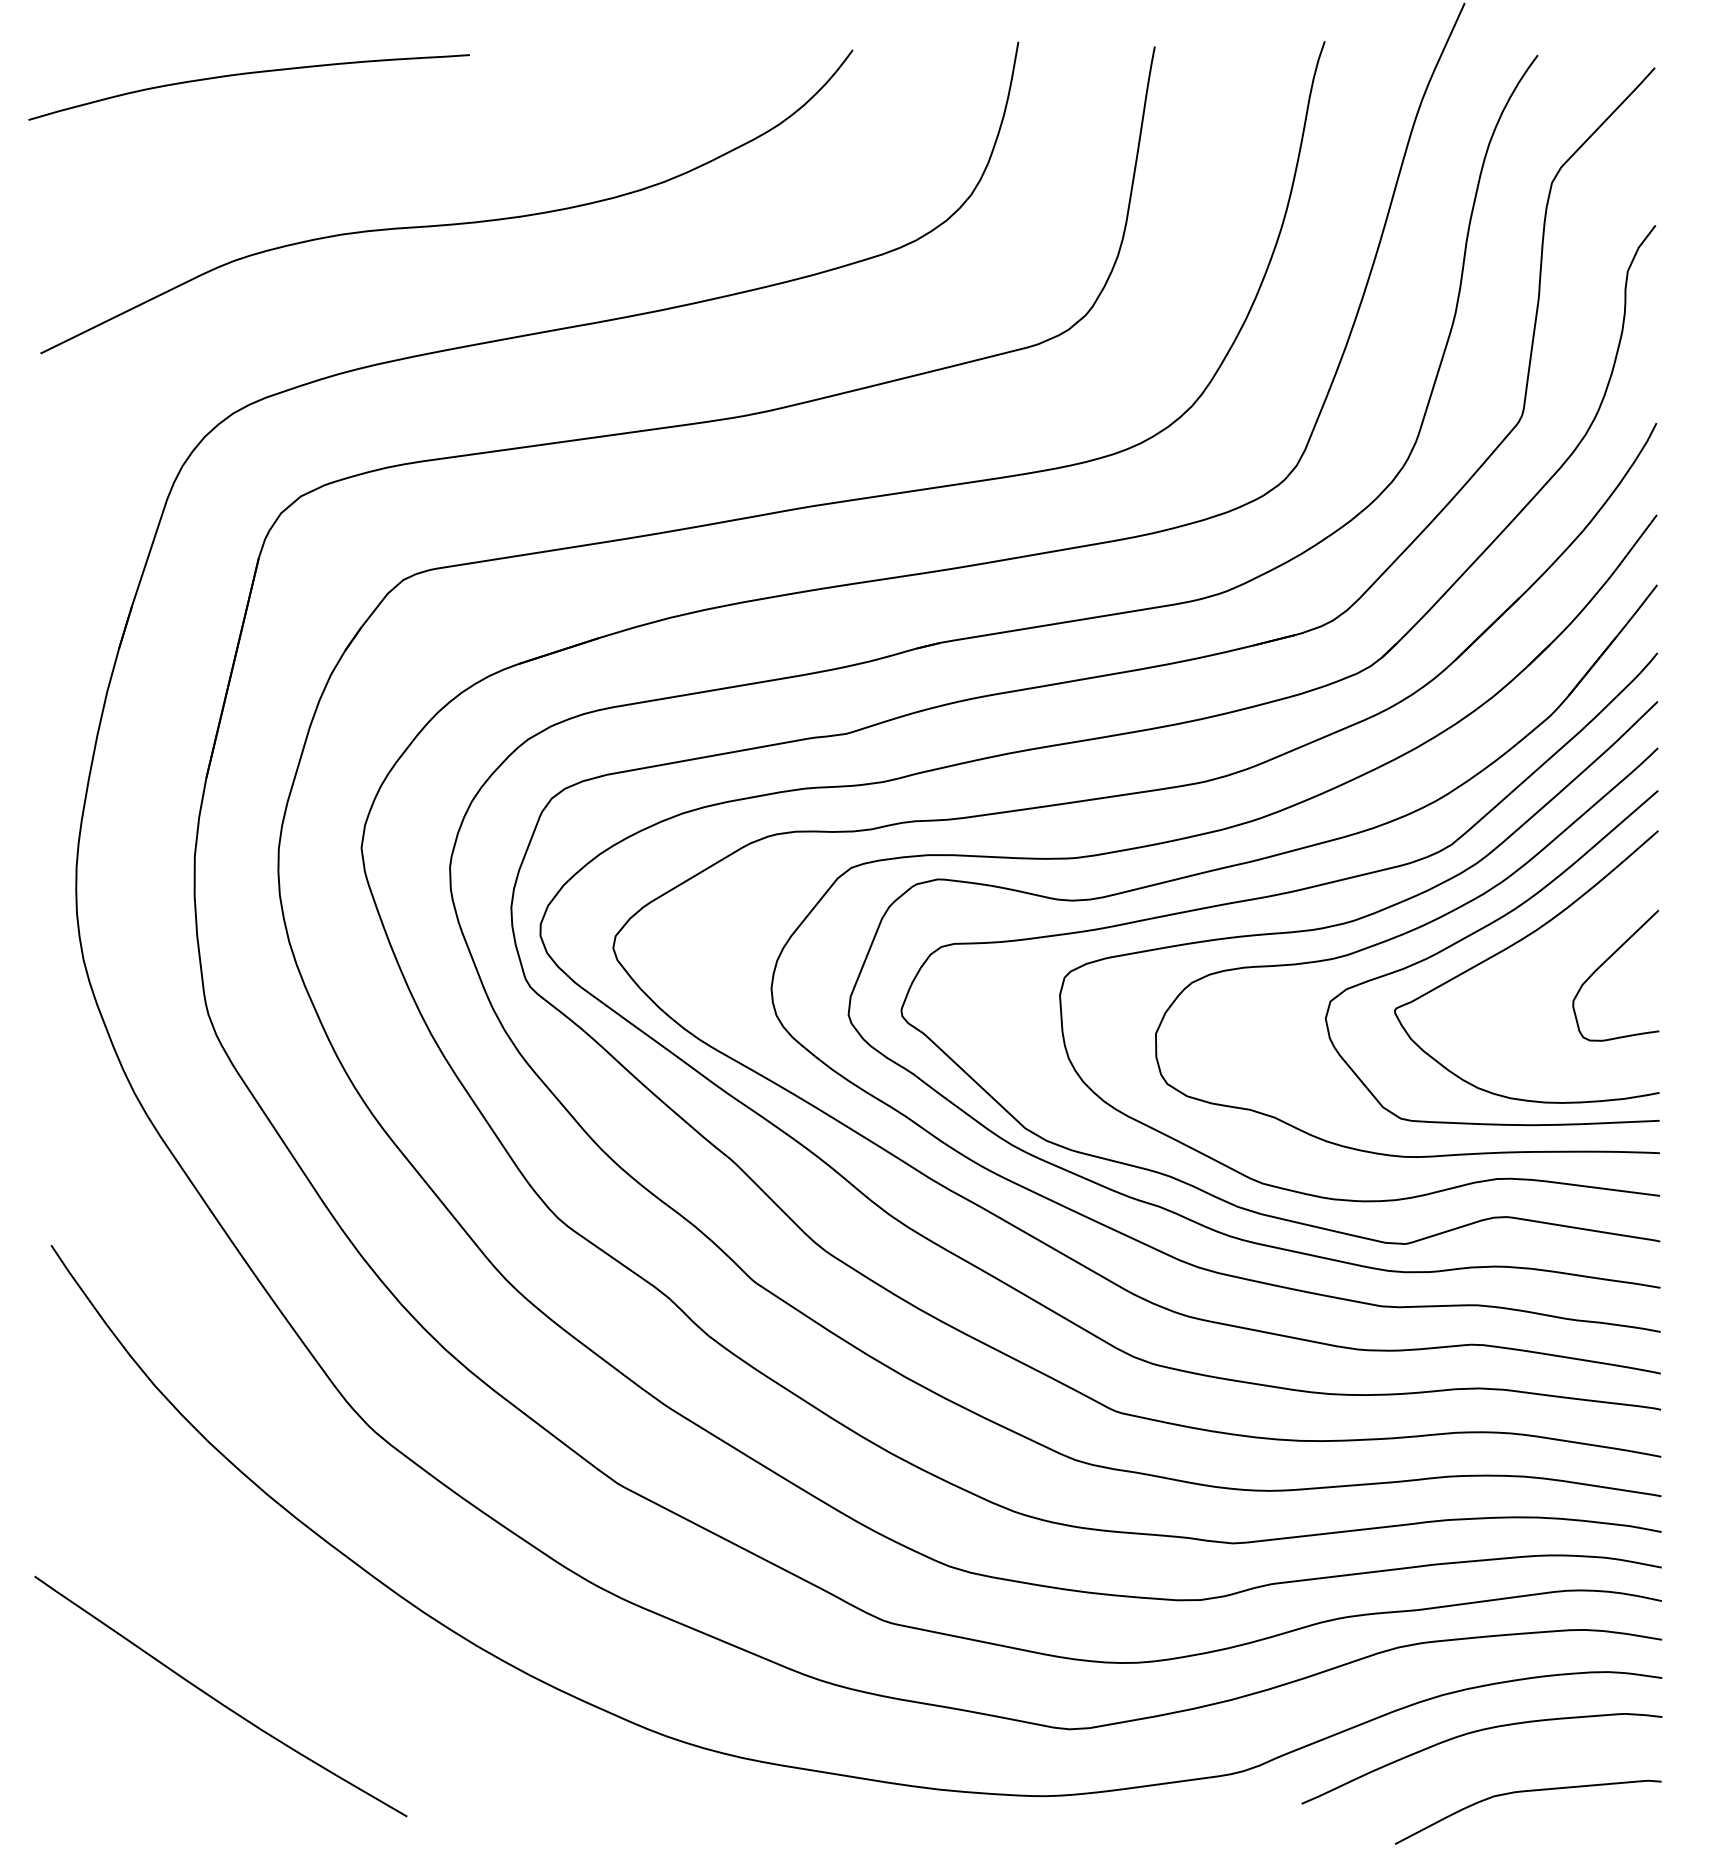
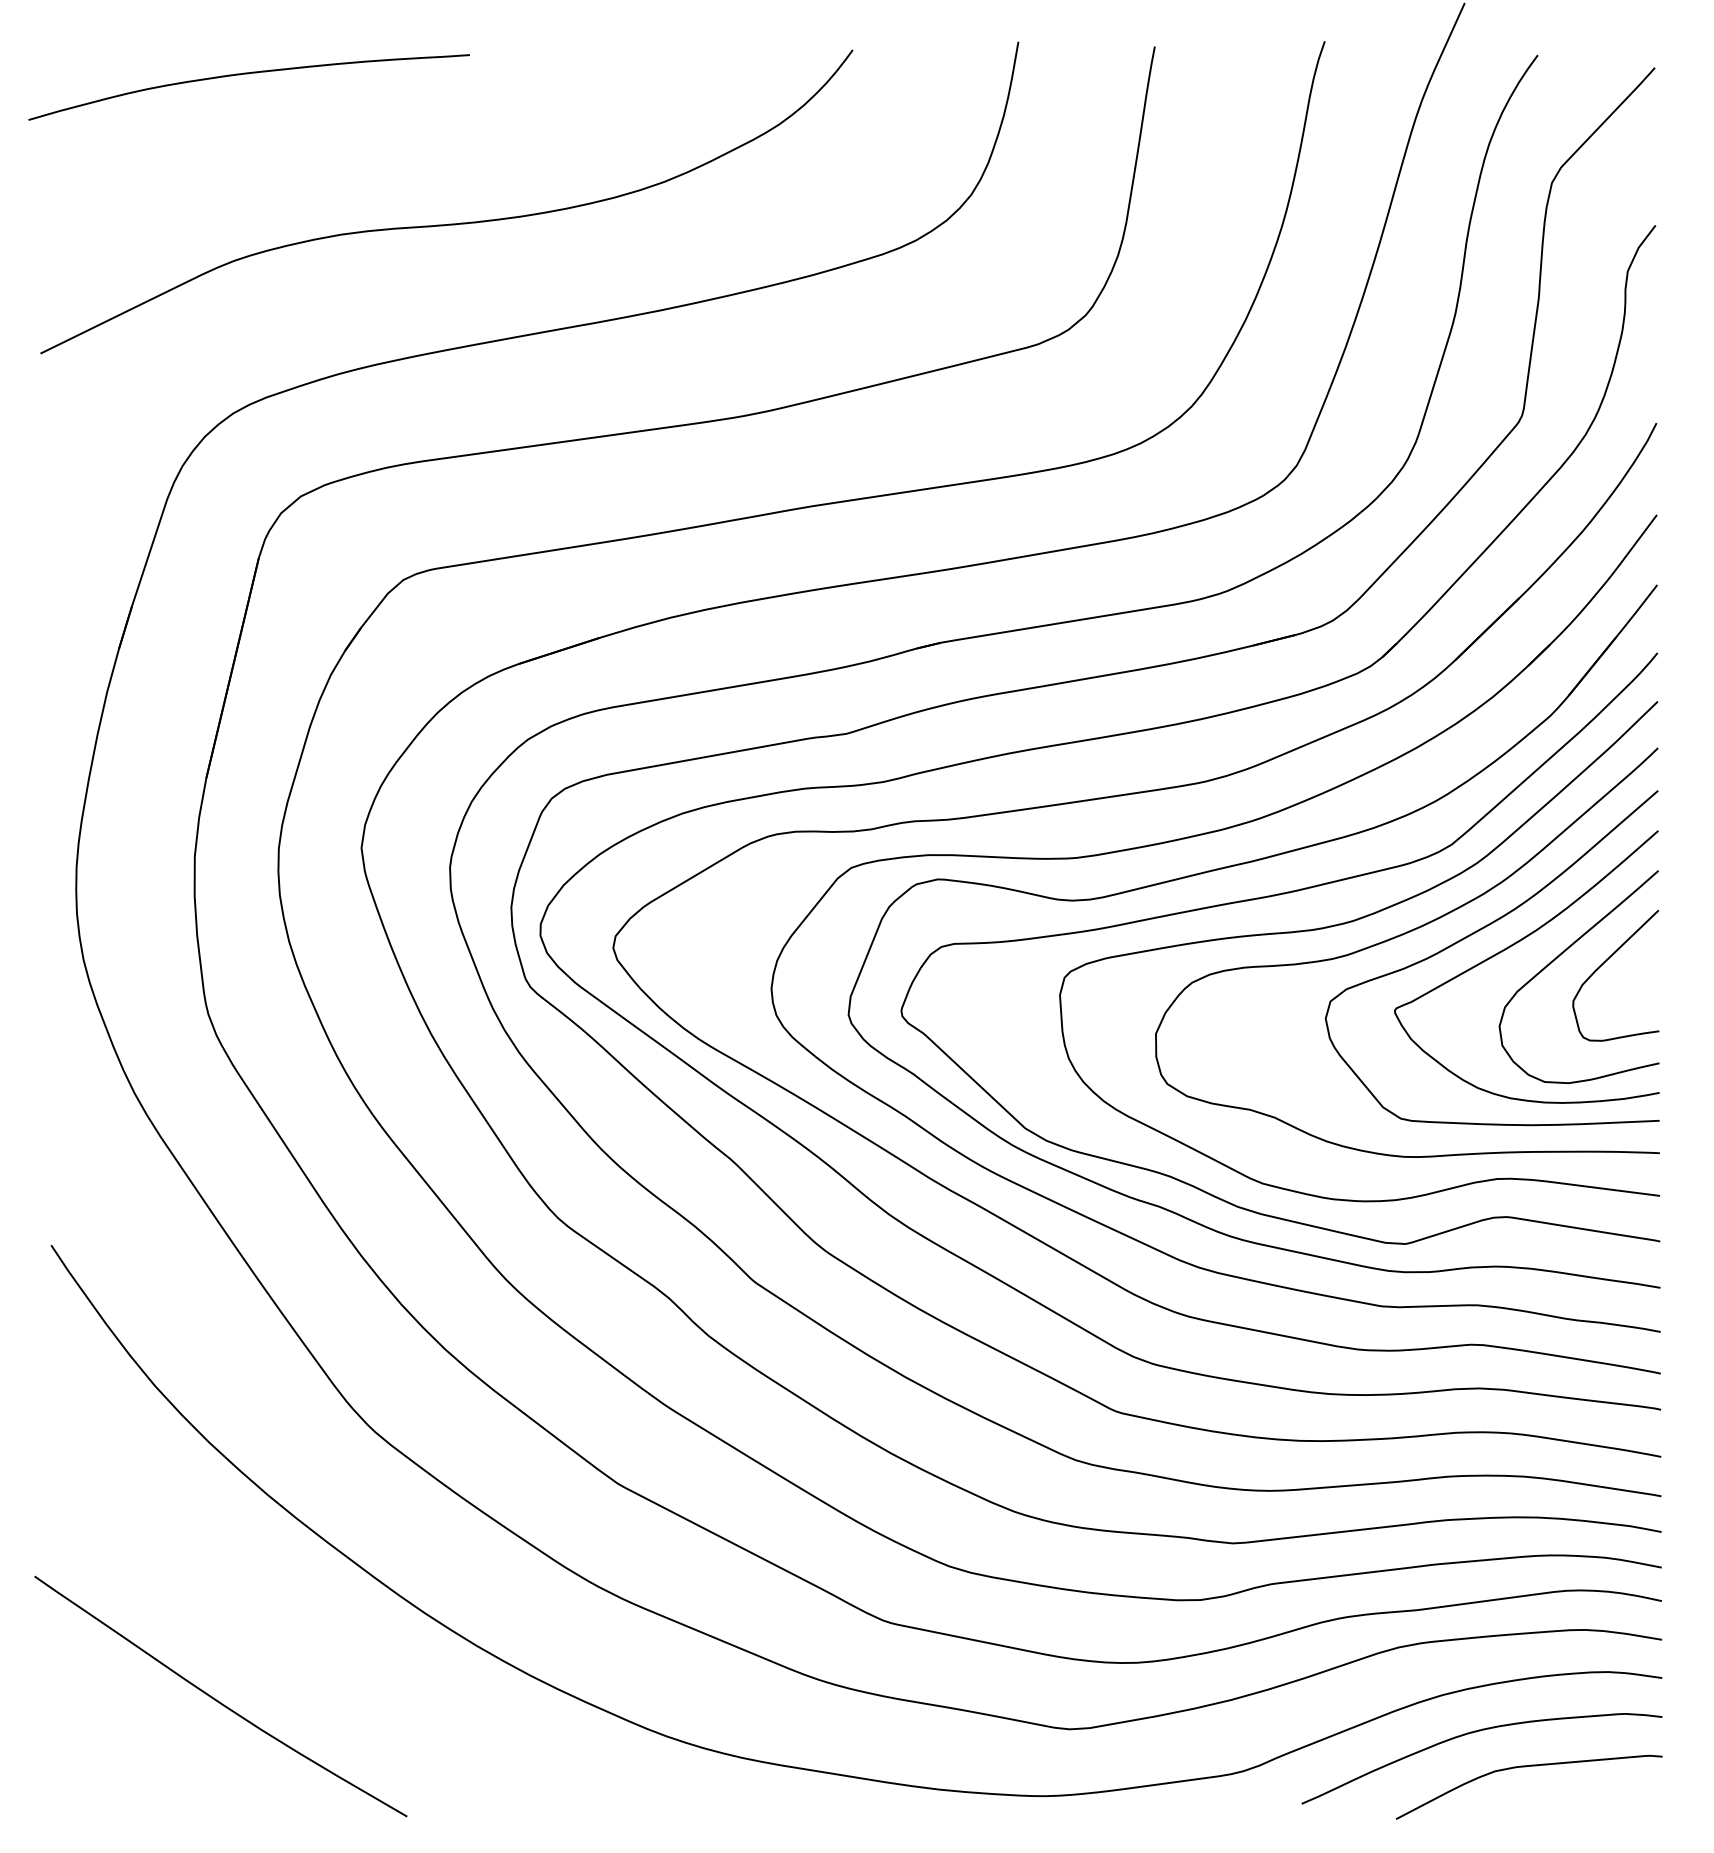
curve at (1562, 954): none -> present
curve at (1524, 1792) position: (1524, 1792) -> (1525, 1767)
